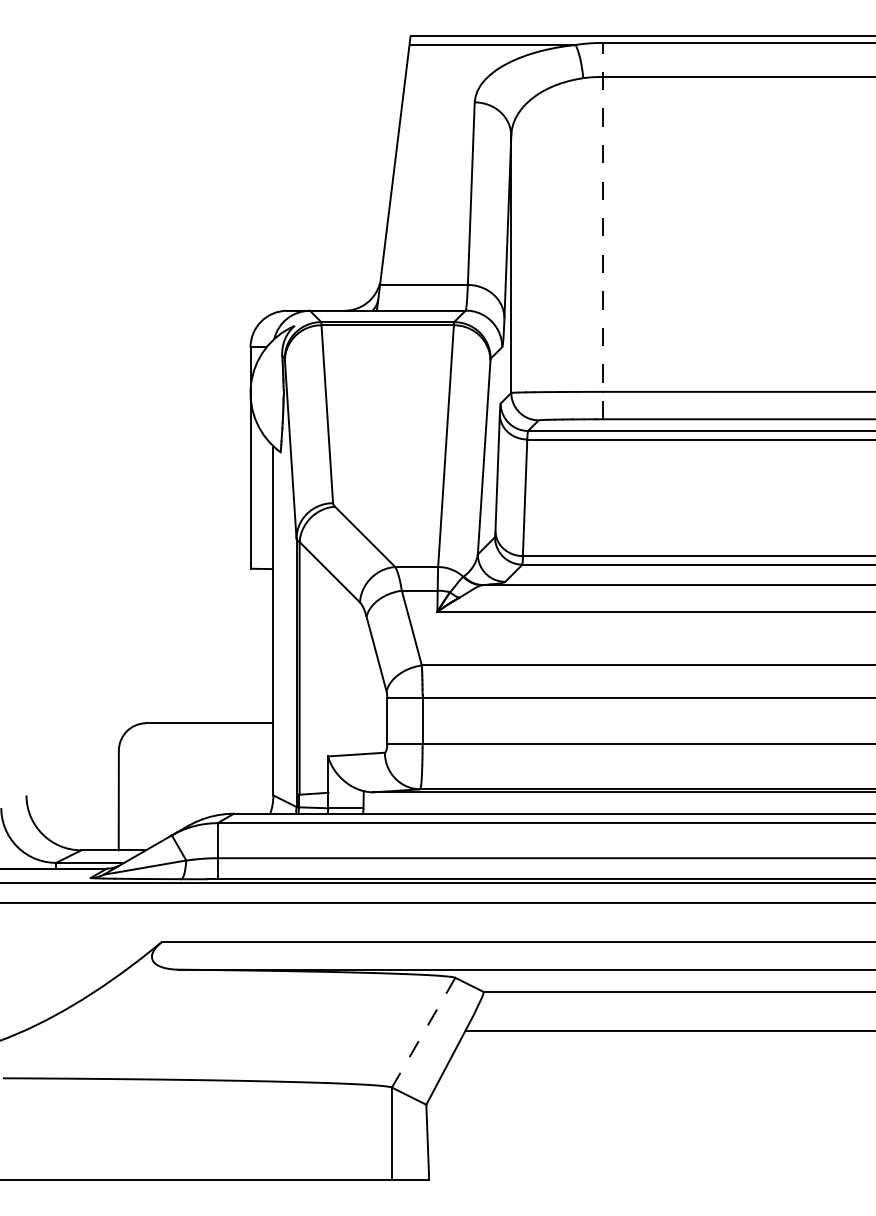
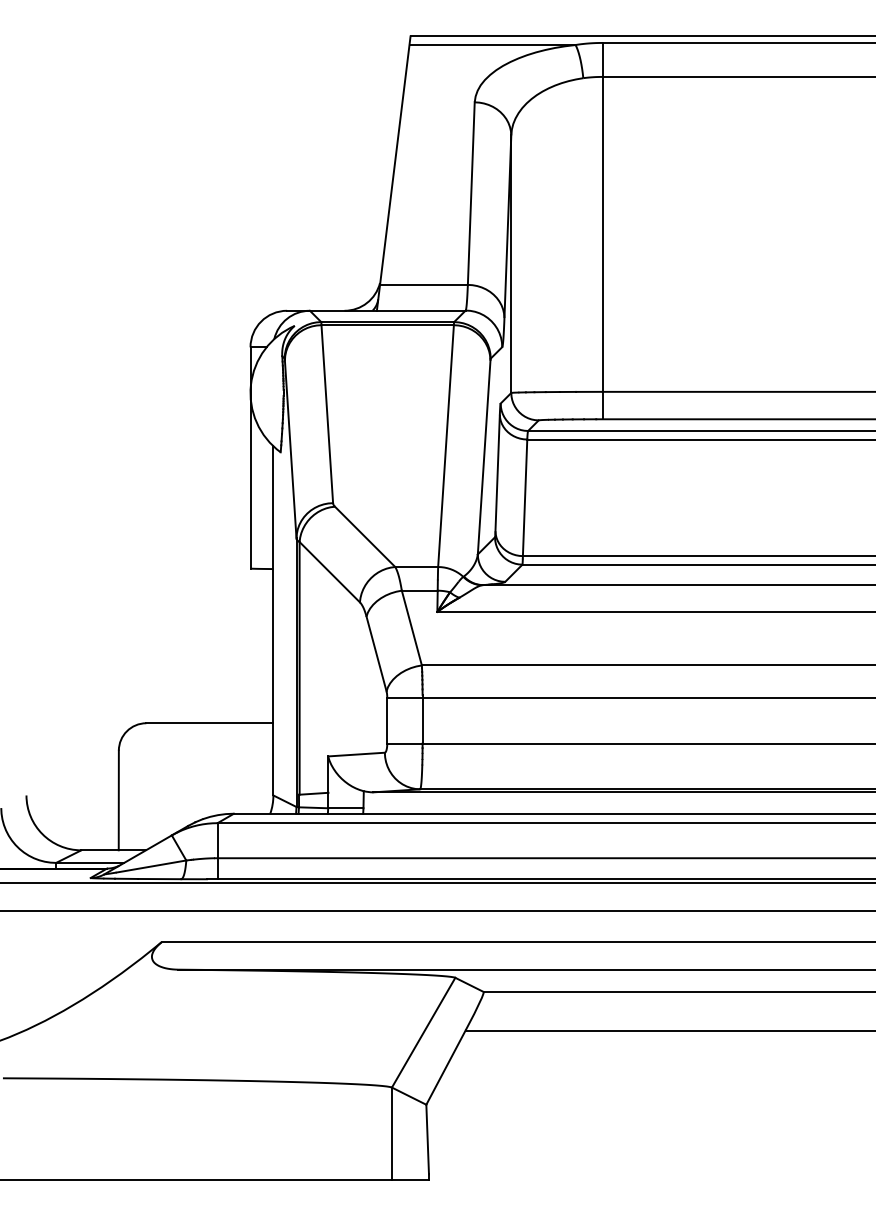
line at (602, 230): dashed -> solid
line at (437, 902) position: (437, 902) -> (437, 910)
line at (423, 1033): dashed -> solid
